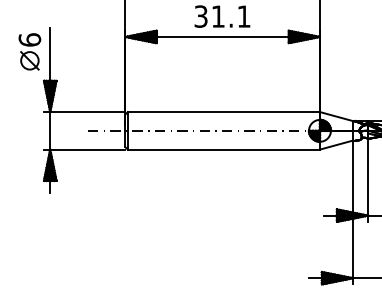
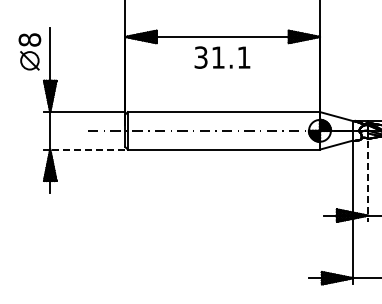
text at (222, 16) position: (222, 16) -> (222, 57)
text at (29, 39): 6 -> 8
line at (87, 149): solid -> dashed
line at (368, 181): solid -> dashed
